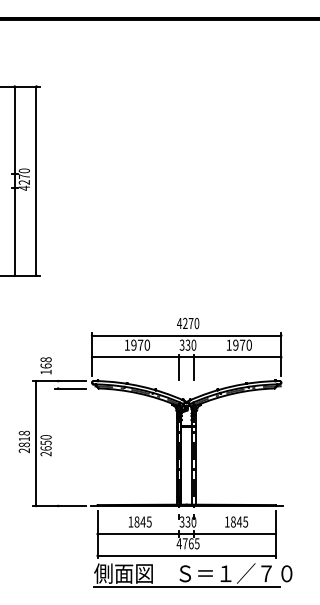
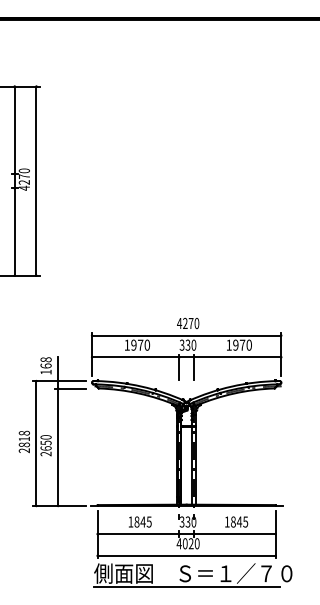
line at (58, 430): none -> present
text at (190, 543): 4765 -> 4020
